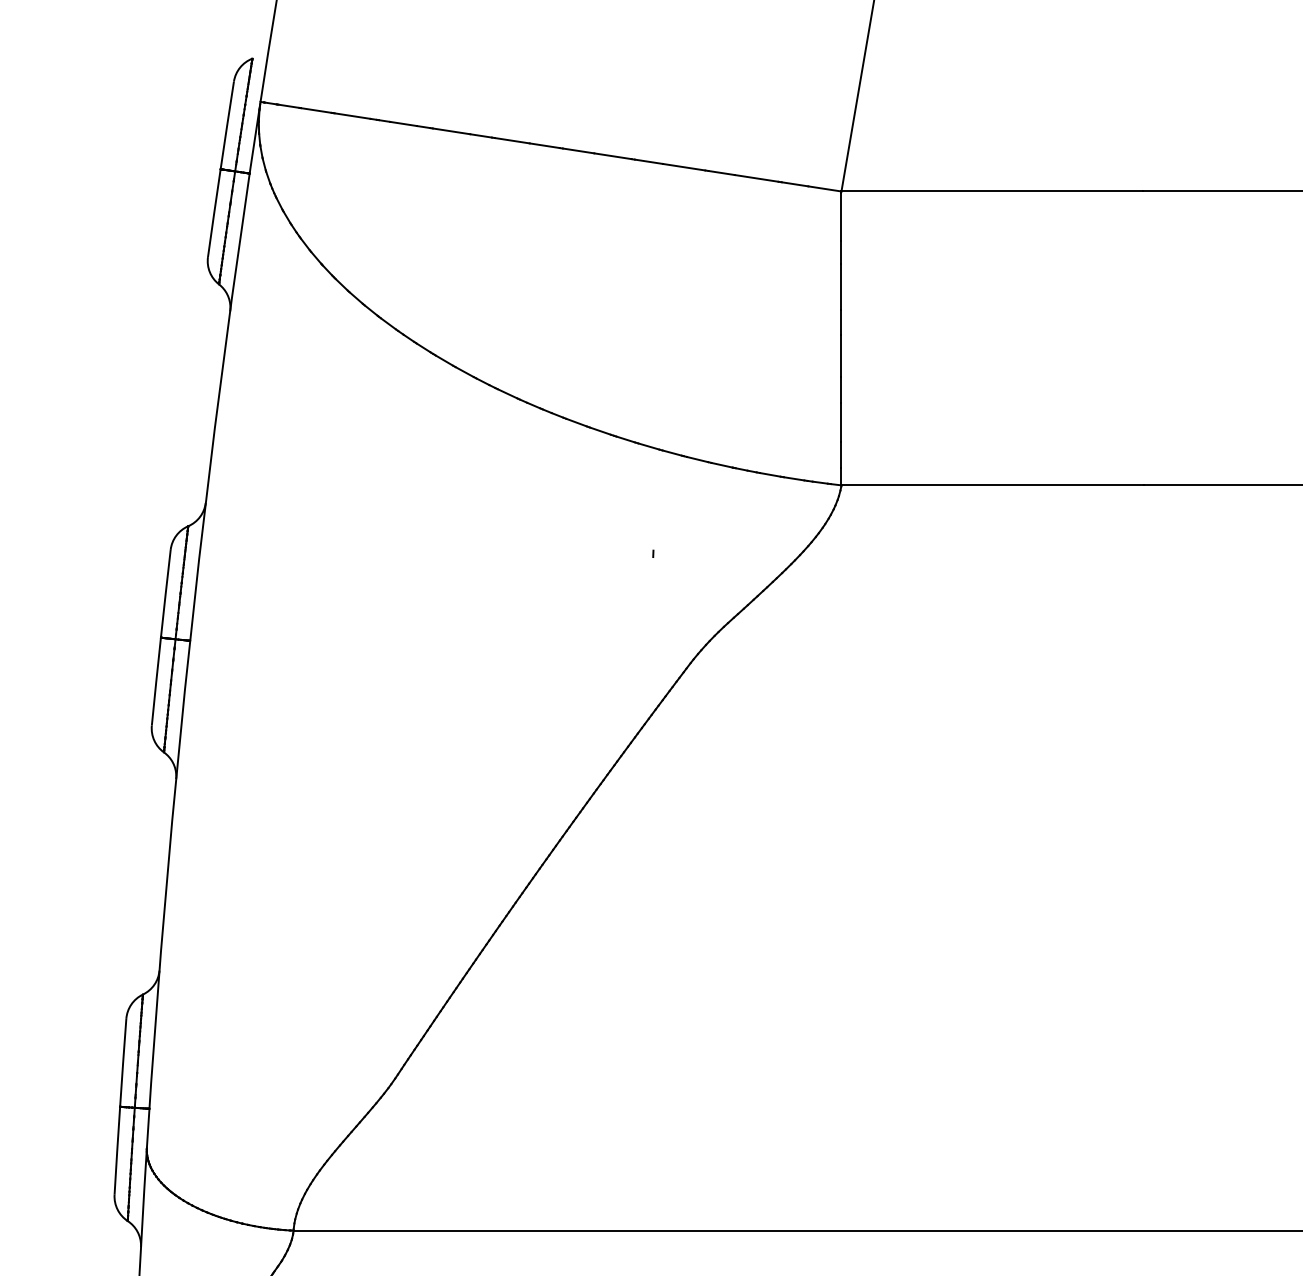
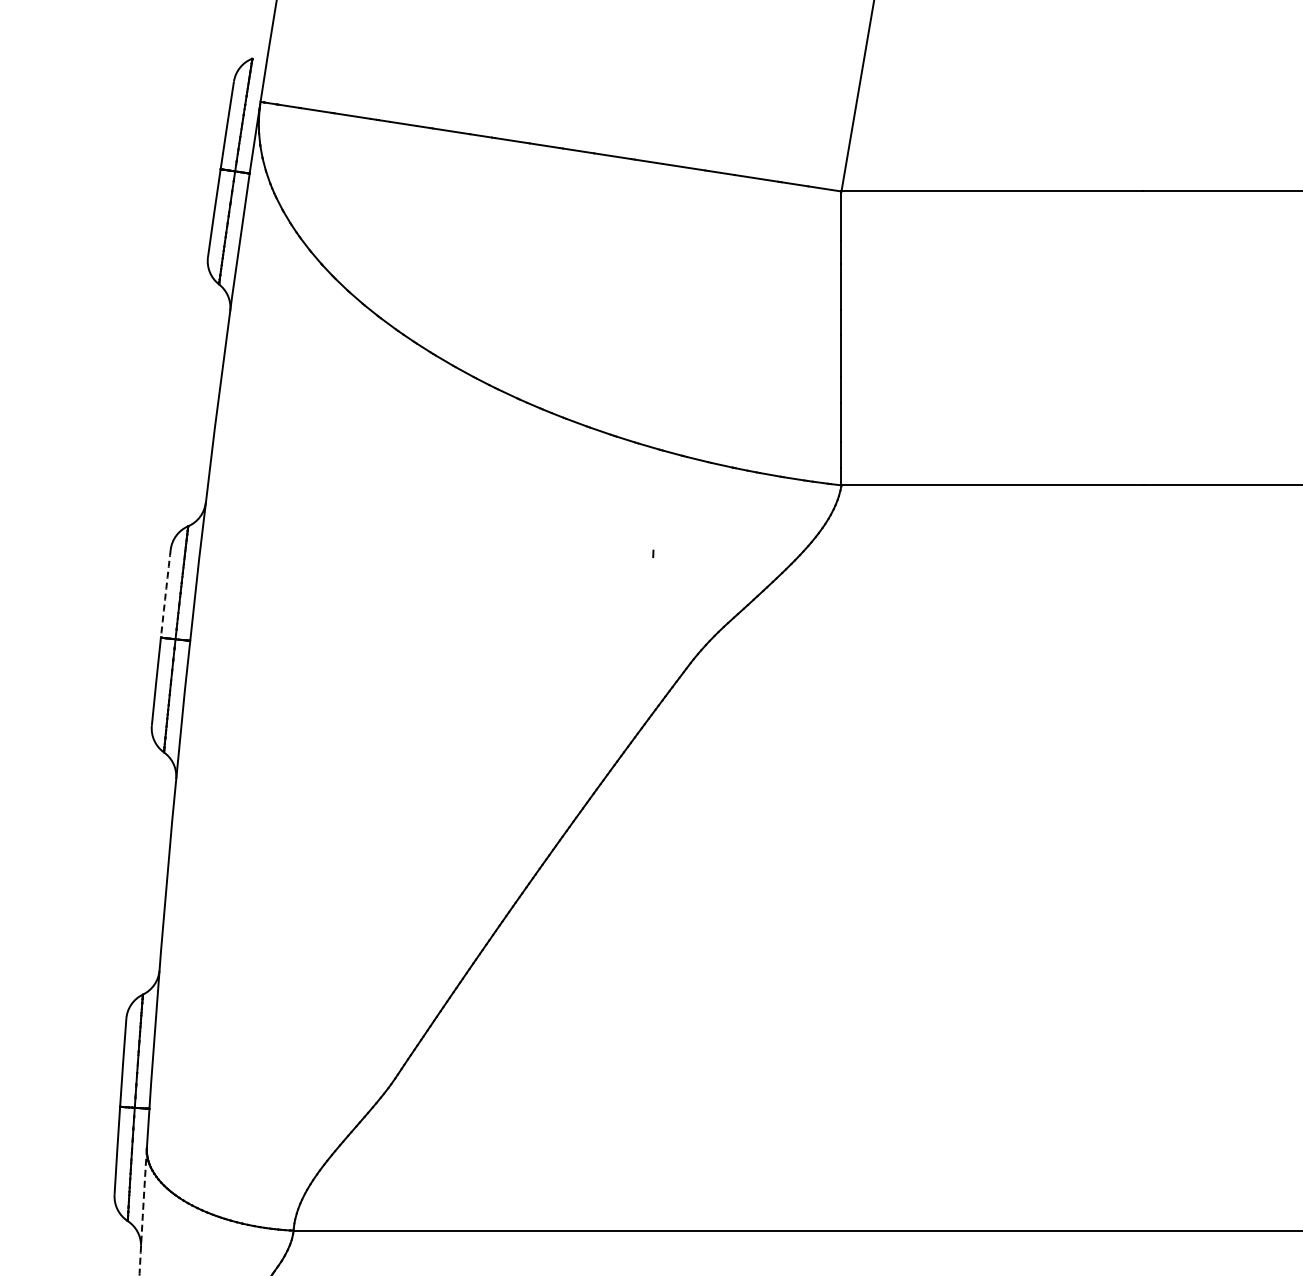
arc at (165, 593): solid -> dashed
arc at (143, 1212): solid -> dashed
